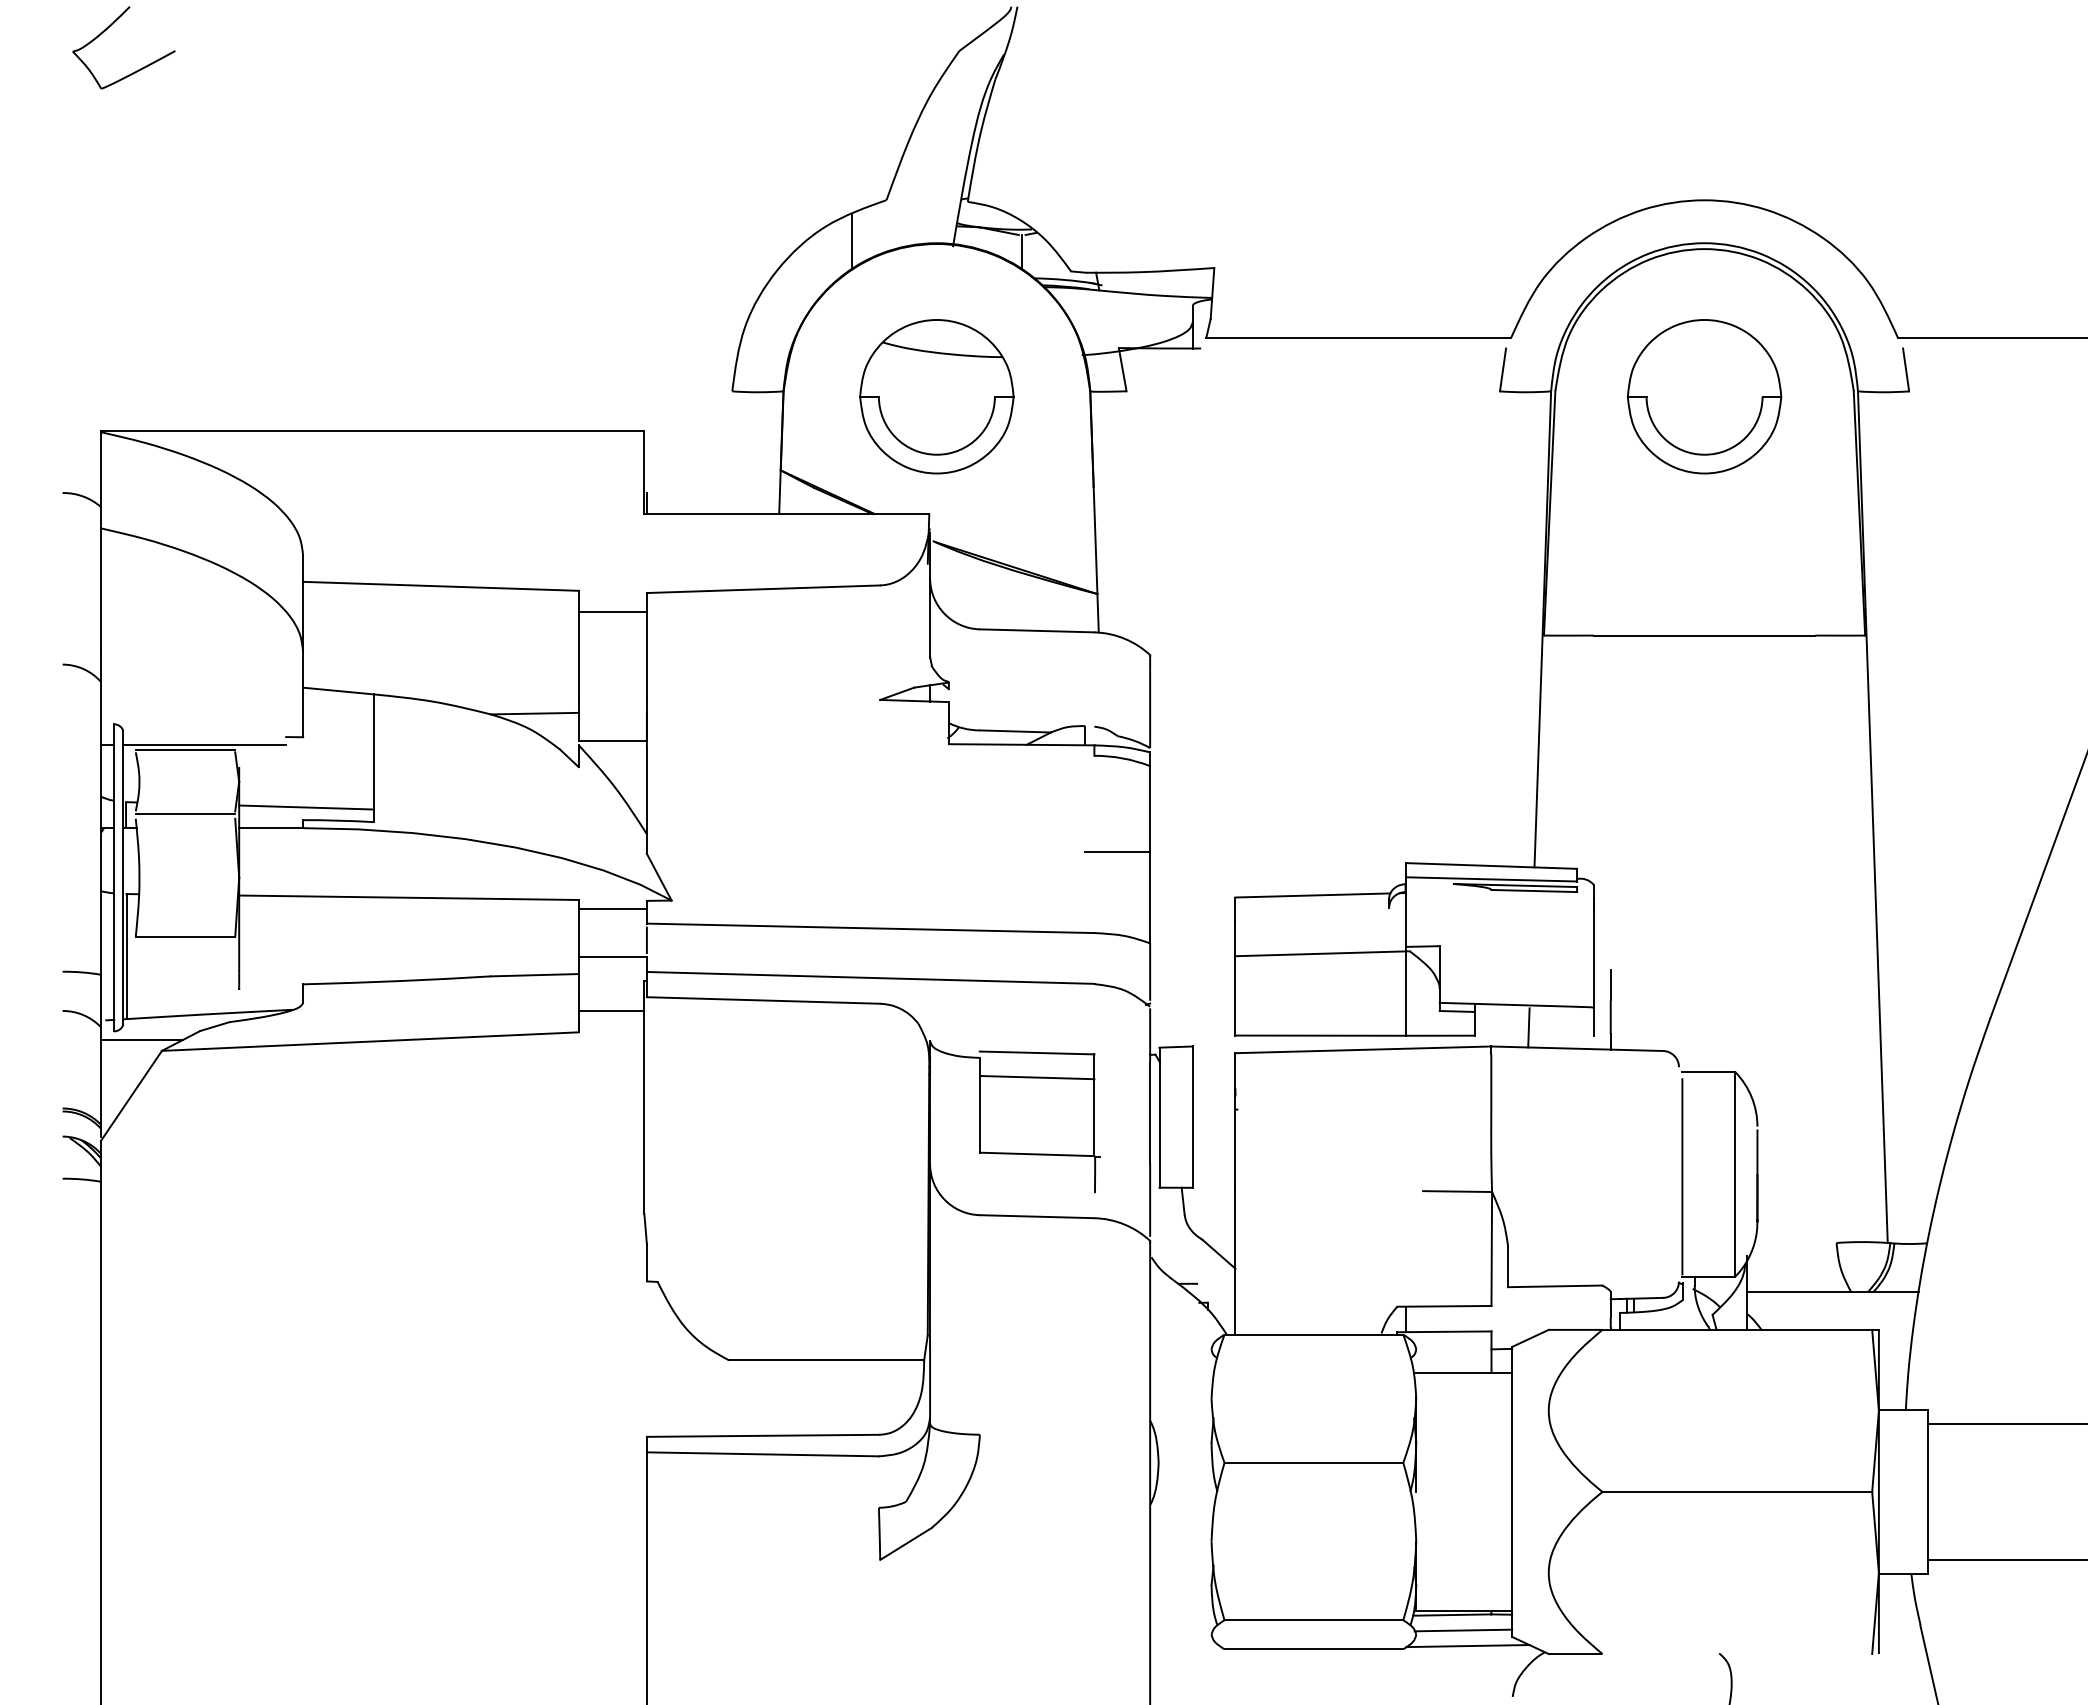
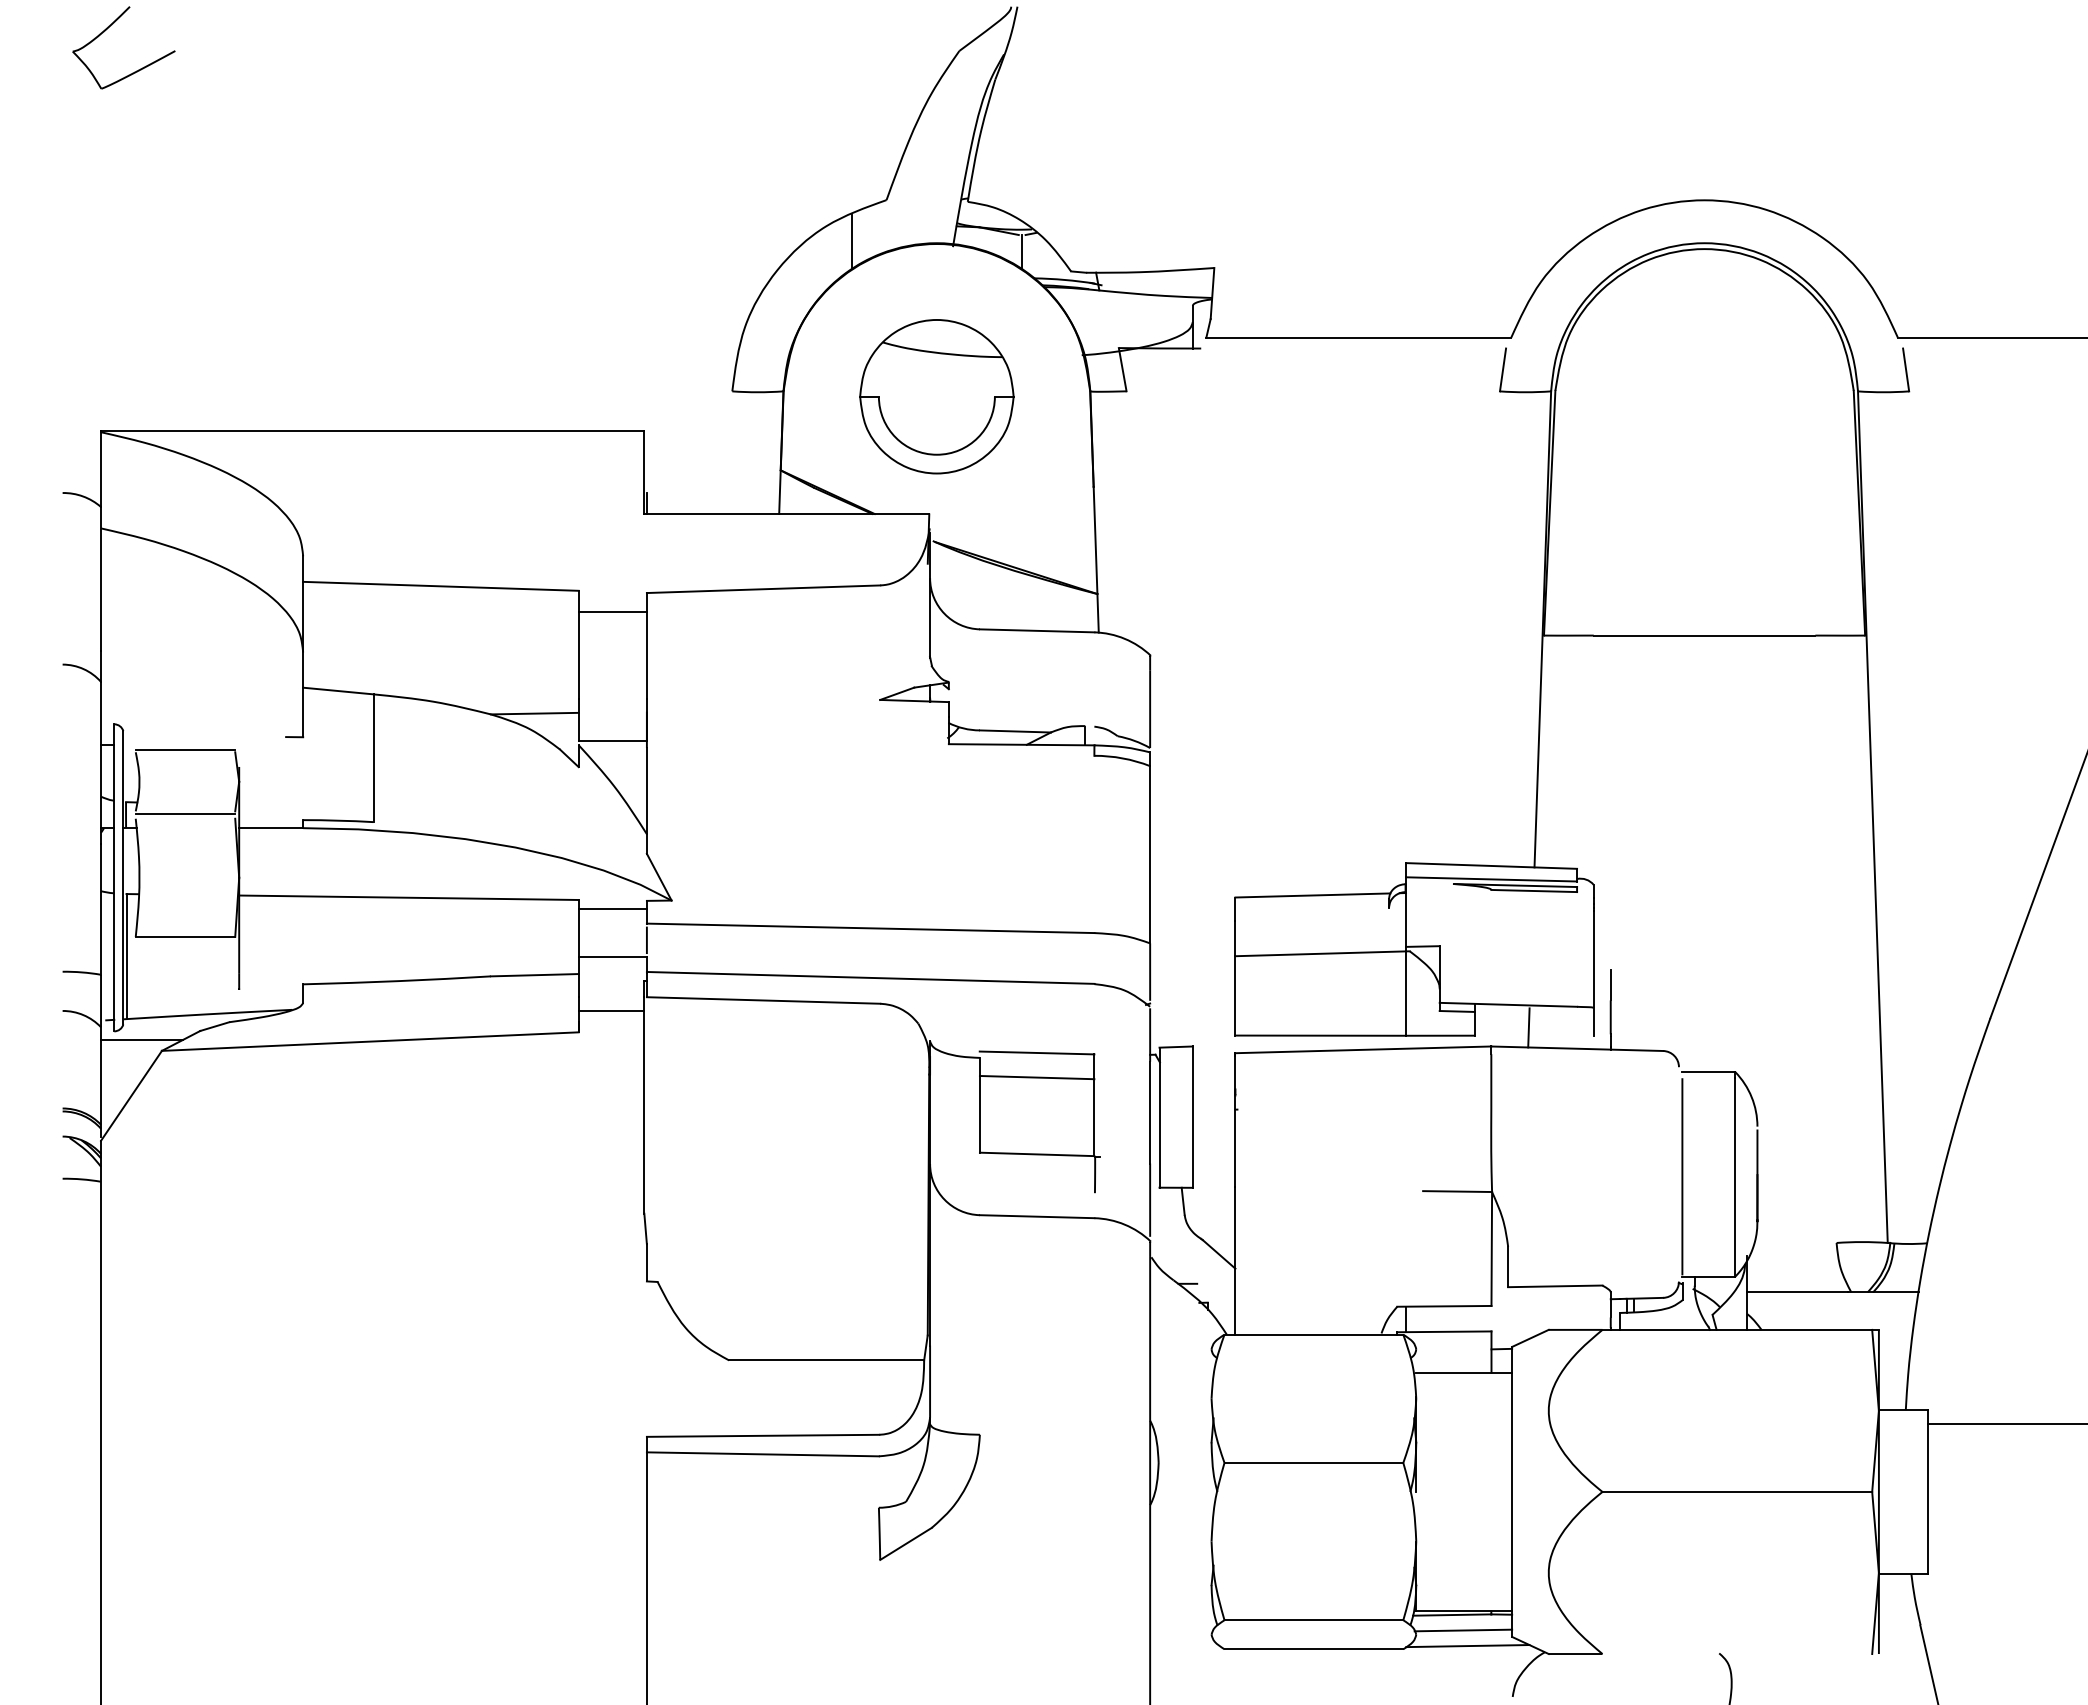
part at (1704, 396): present -> none
line at (204, 745): present -> none
line at (306, 807): present -> none
line at (1117, 851): present -> none
line at (2006, 1560): present -> none
